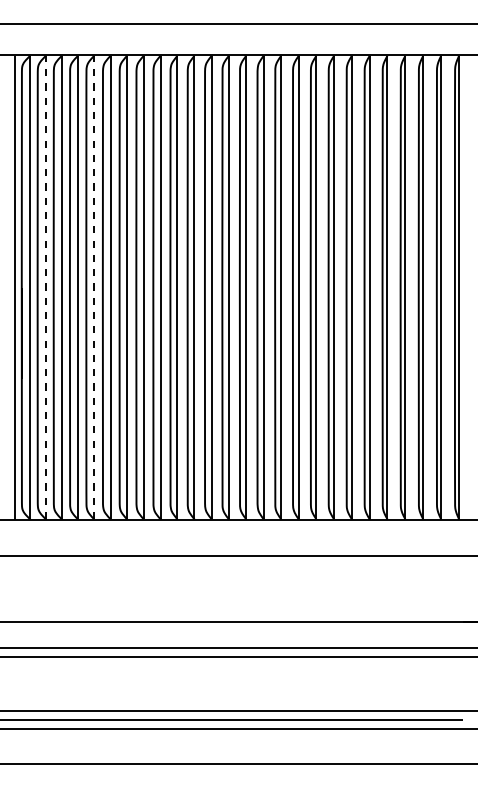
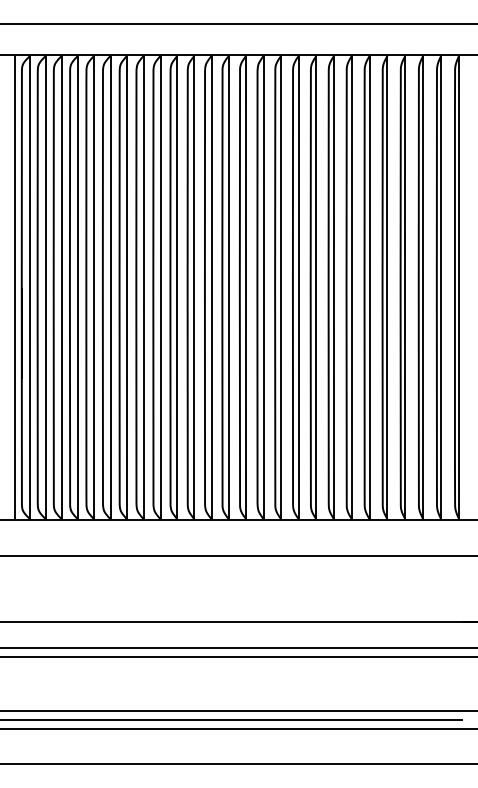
line at (45, 287): dashed -> solid
line at (94, 287): dashed -> solid
